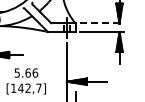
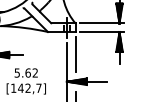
line at (102, 23): dashed -> solid
line at (75, 53): none -> present
text at (35, 72): 5.66 -> 5.62
